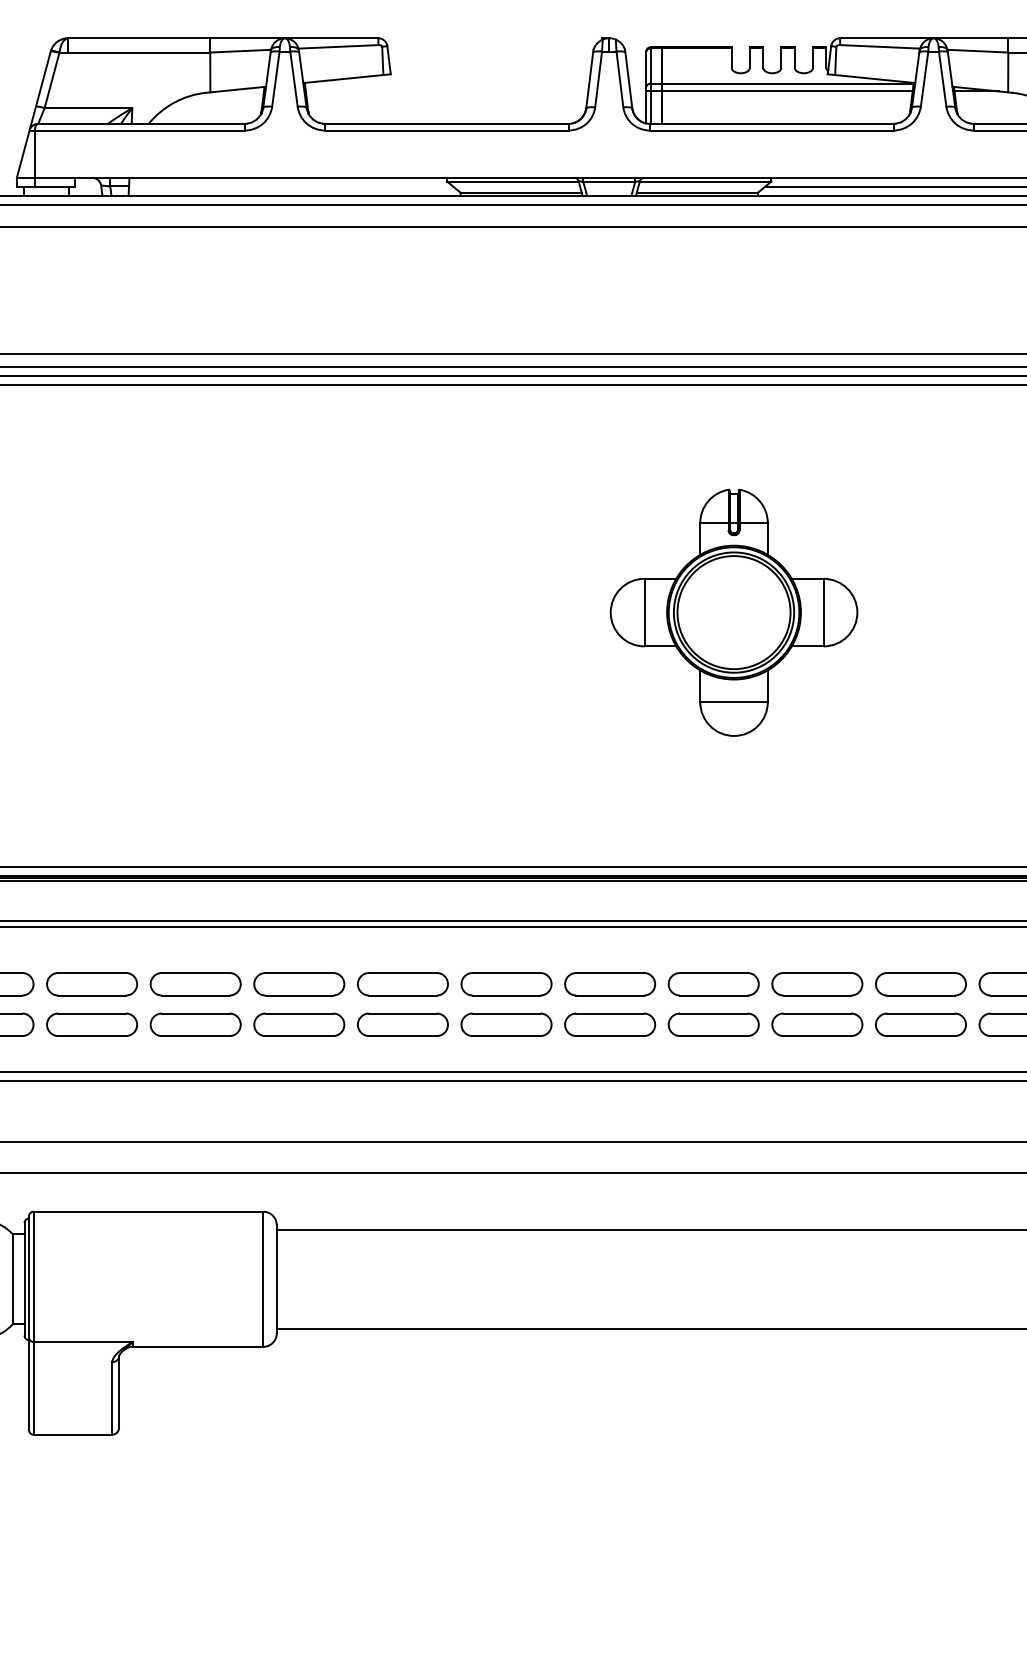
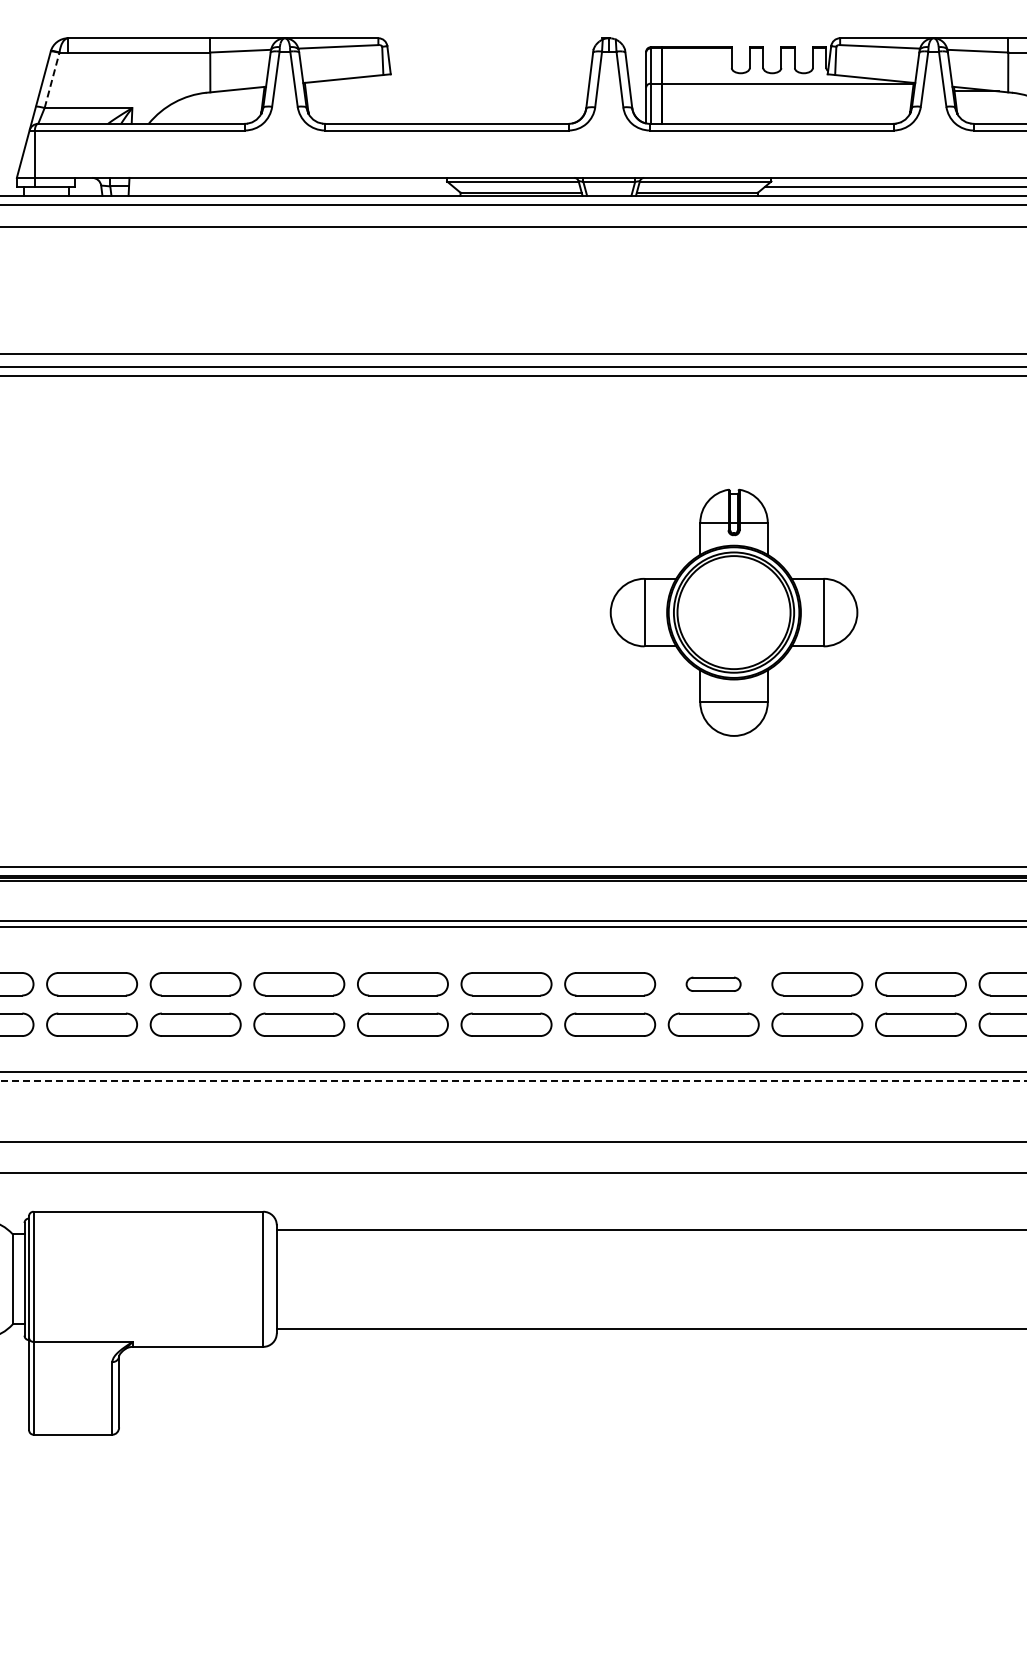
line at (52, 80): solid -> dashed
line at (779, 91): present -> none
line at (512, 385): present -> none
part at (713, 984) size: 93x25 px -> 57x16 px
line at (513, 1081): solid -> dashed
